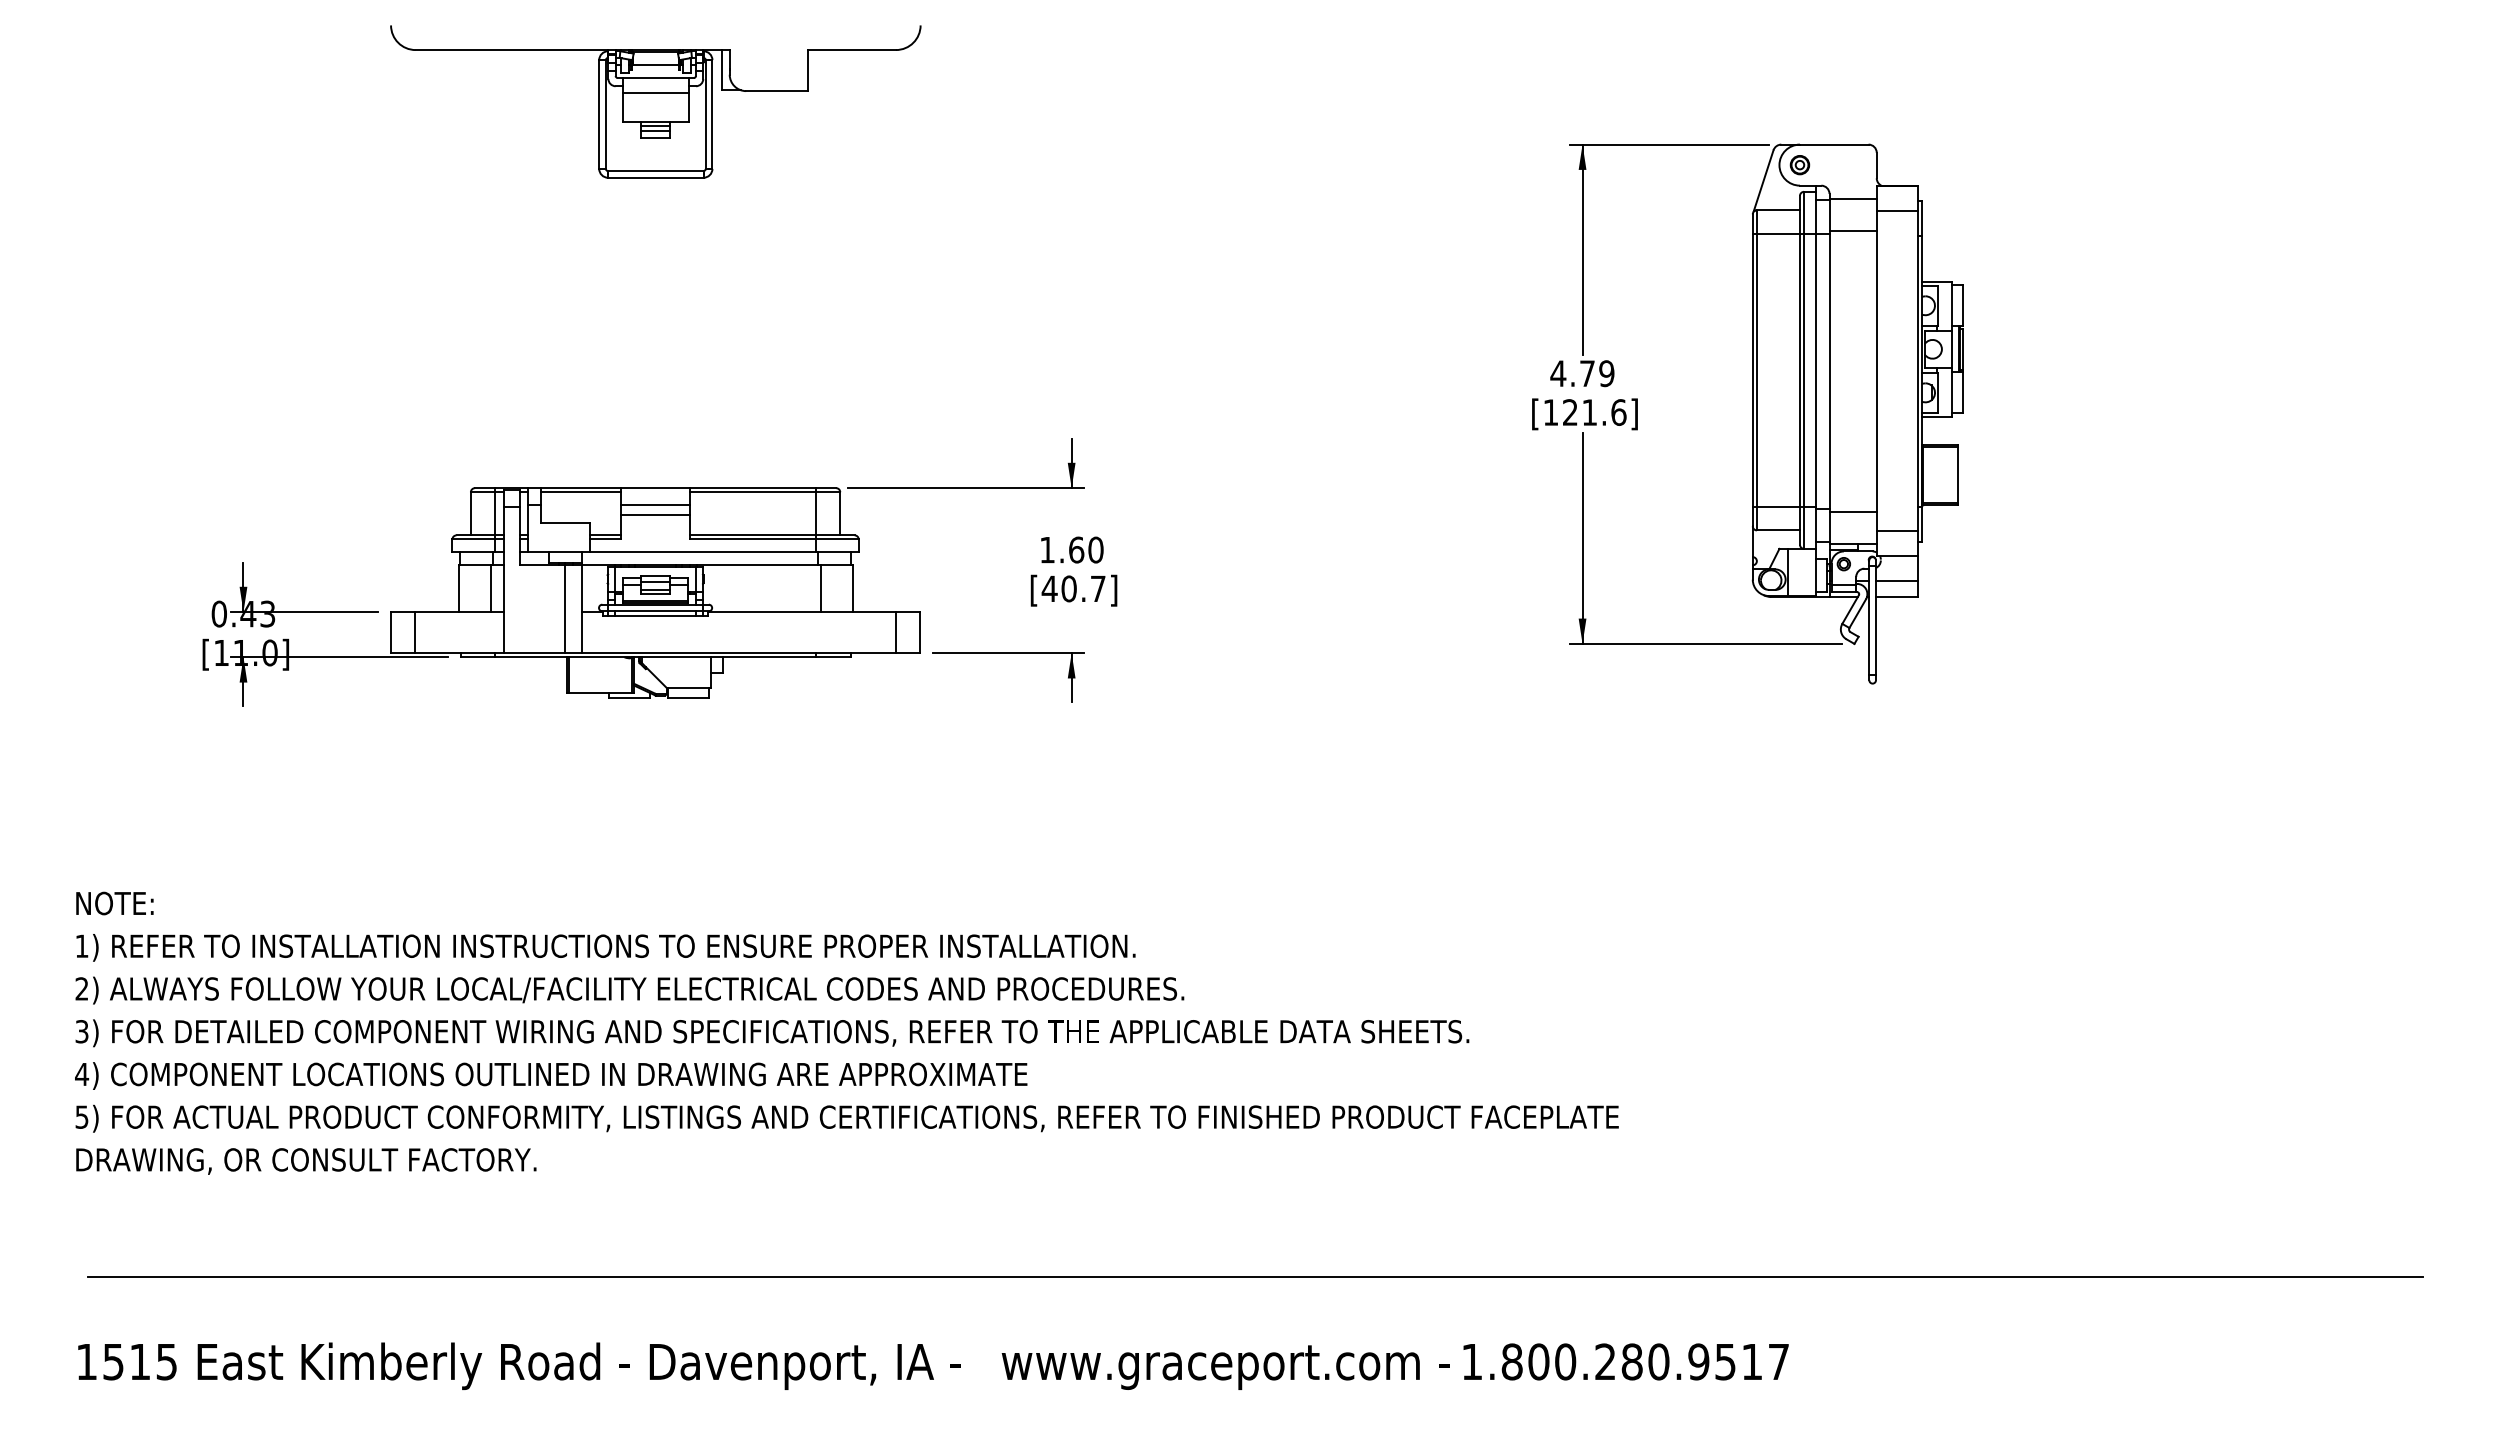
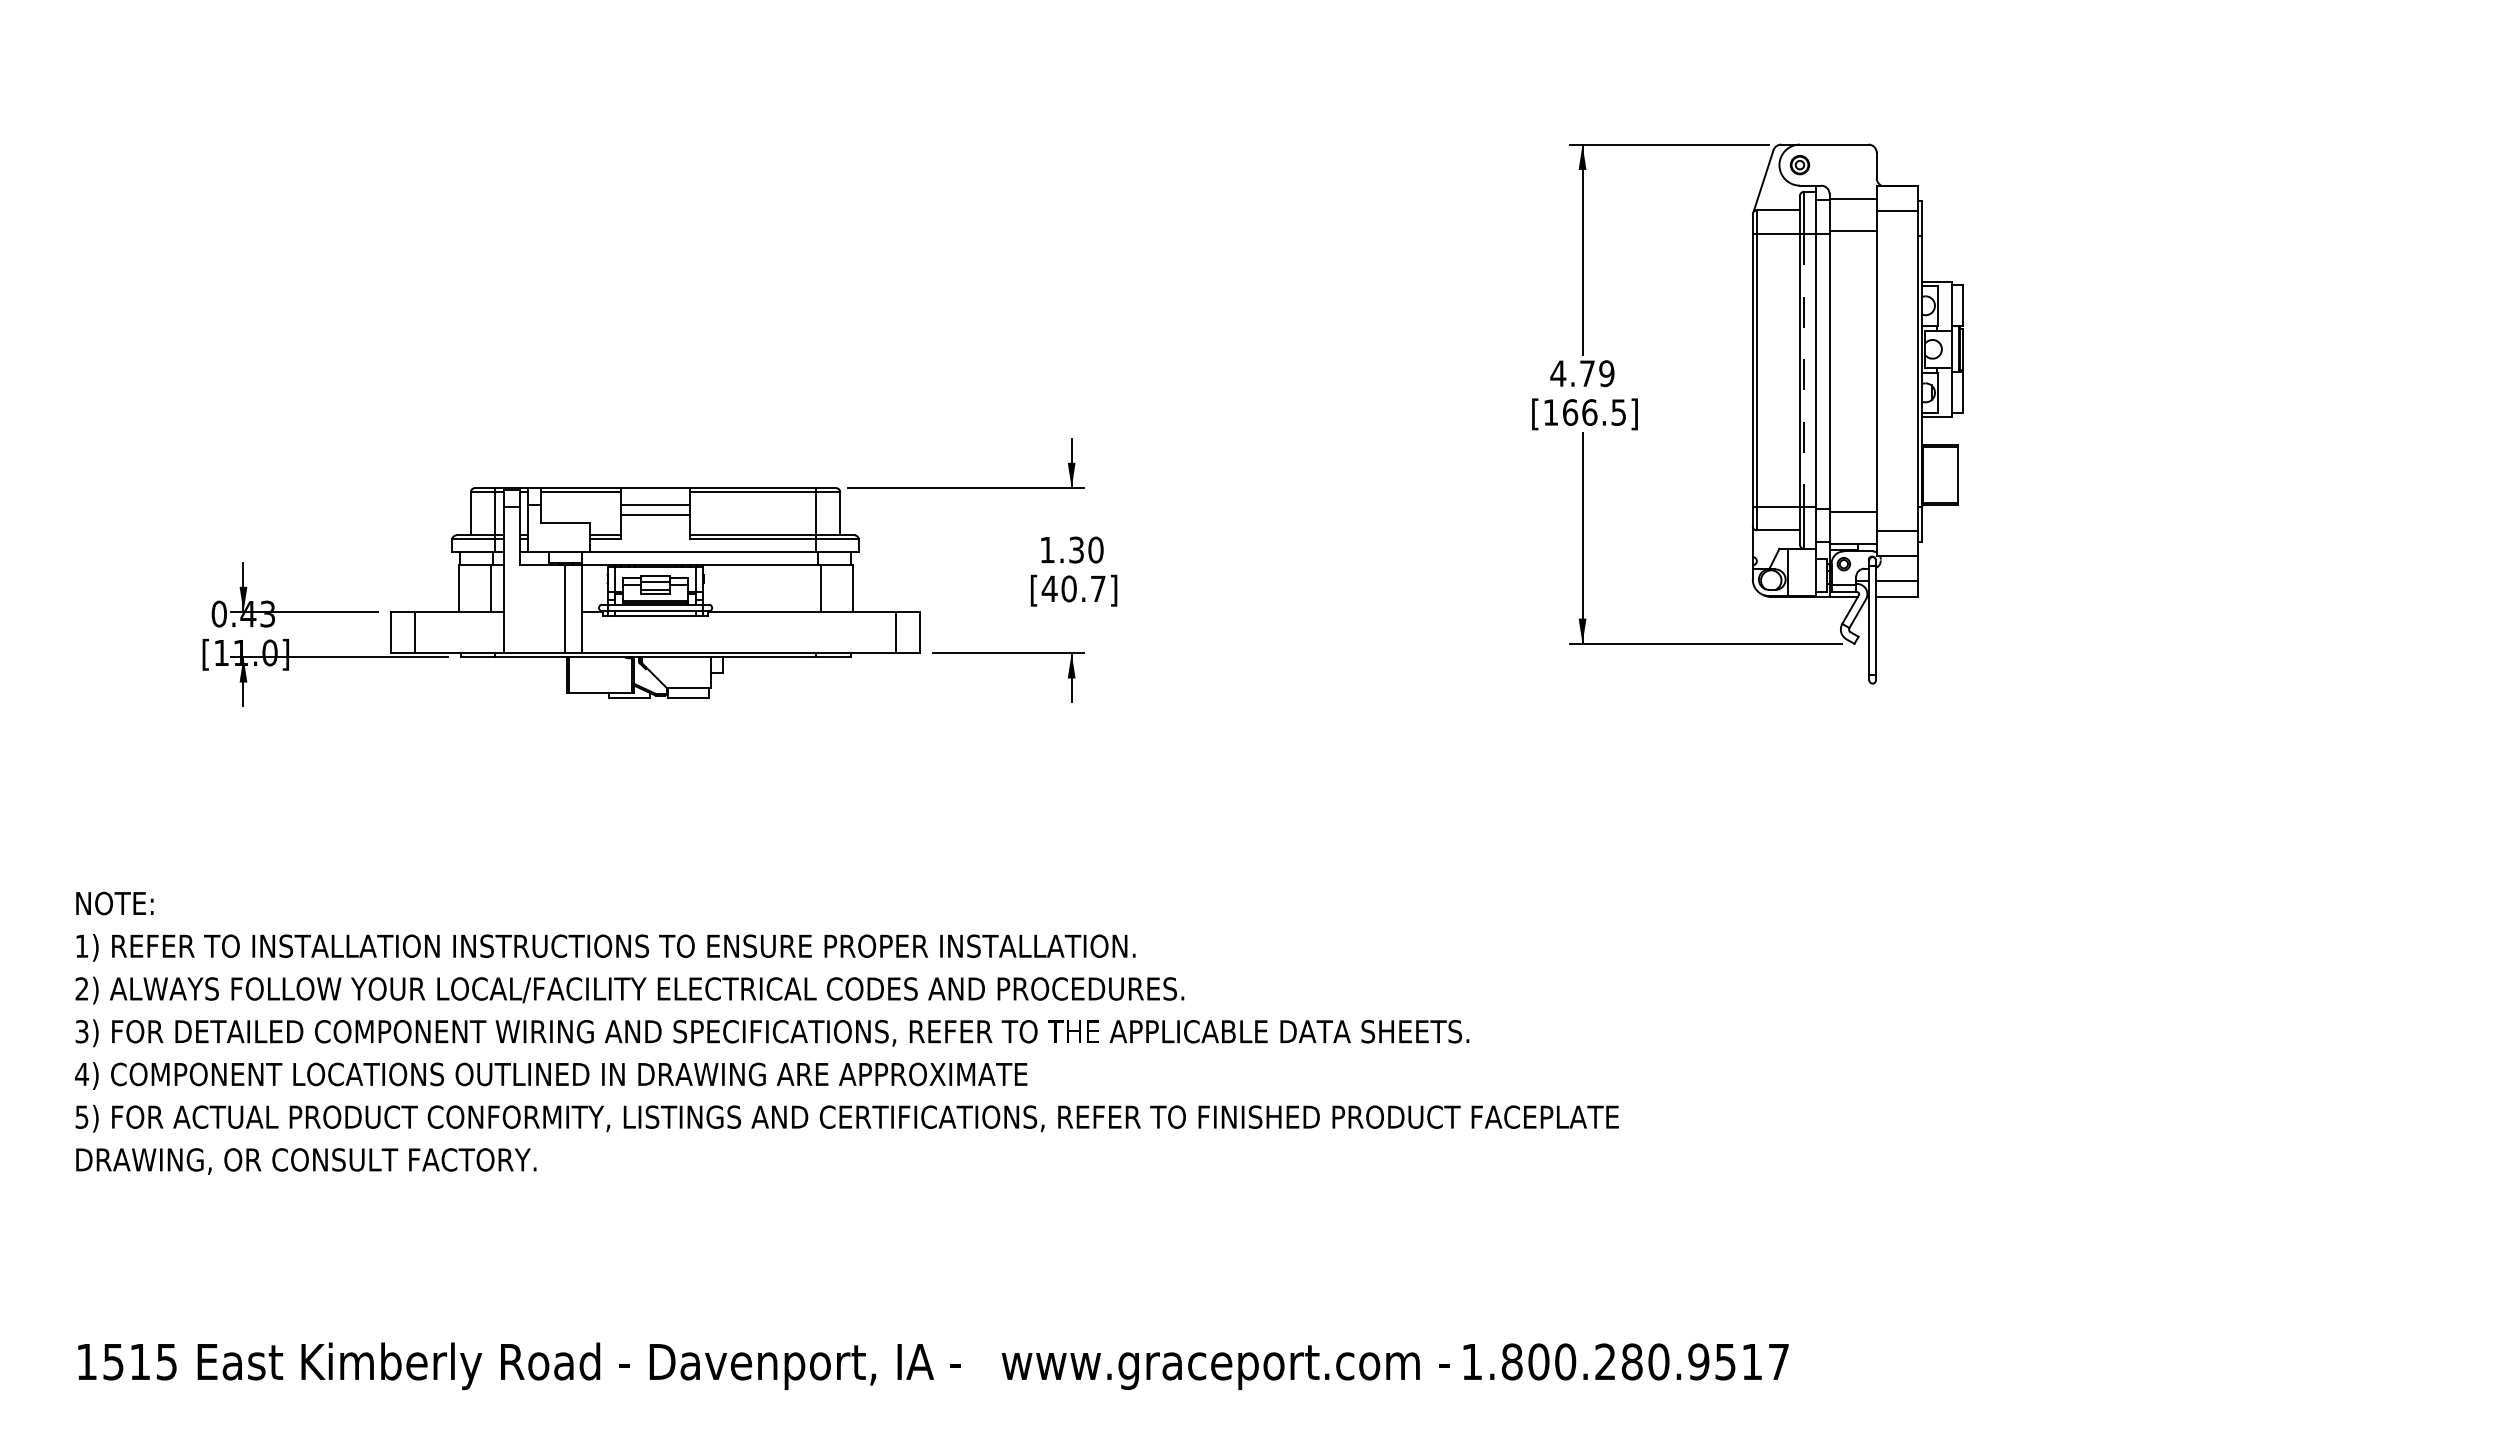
part at (655, 101): present -> none
line at (1804, 370): solid -> dashed
text at (1594, 412): [121.6] -> [166.5]
text at (1076, 549): 1.60 -> 1.30
line at (1255, 1277): present -> none
